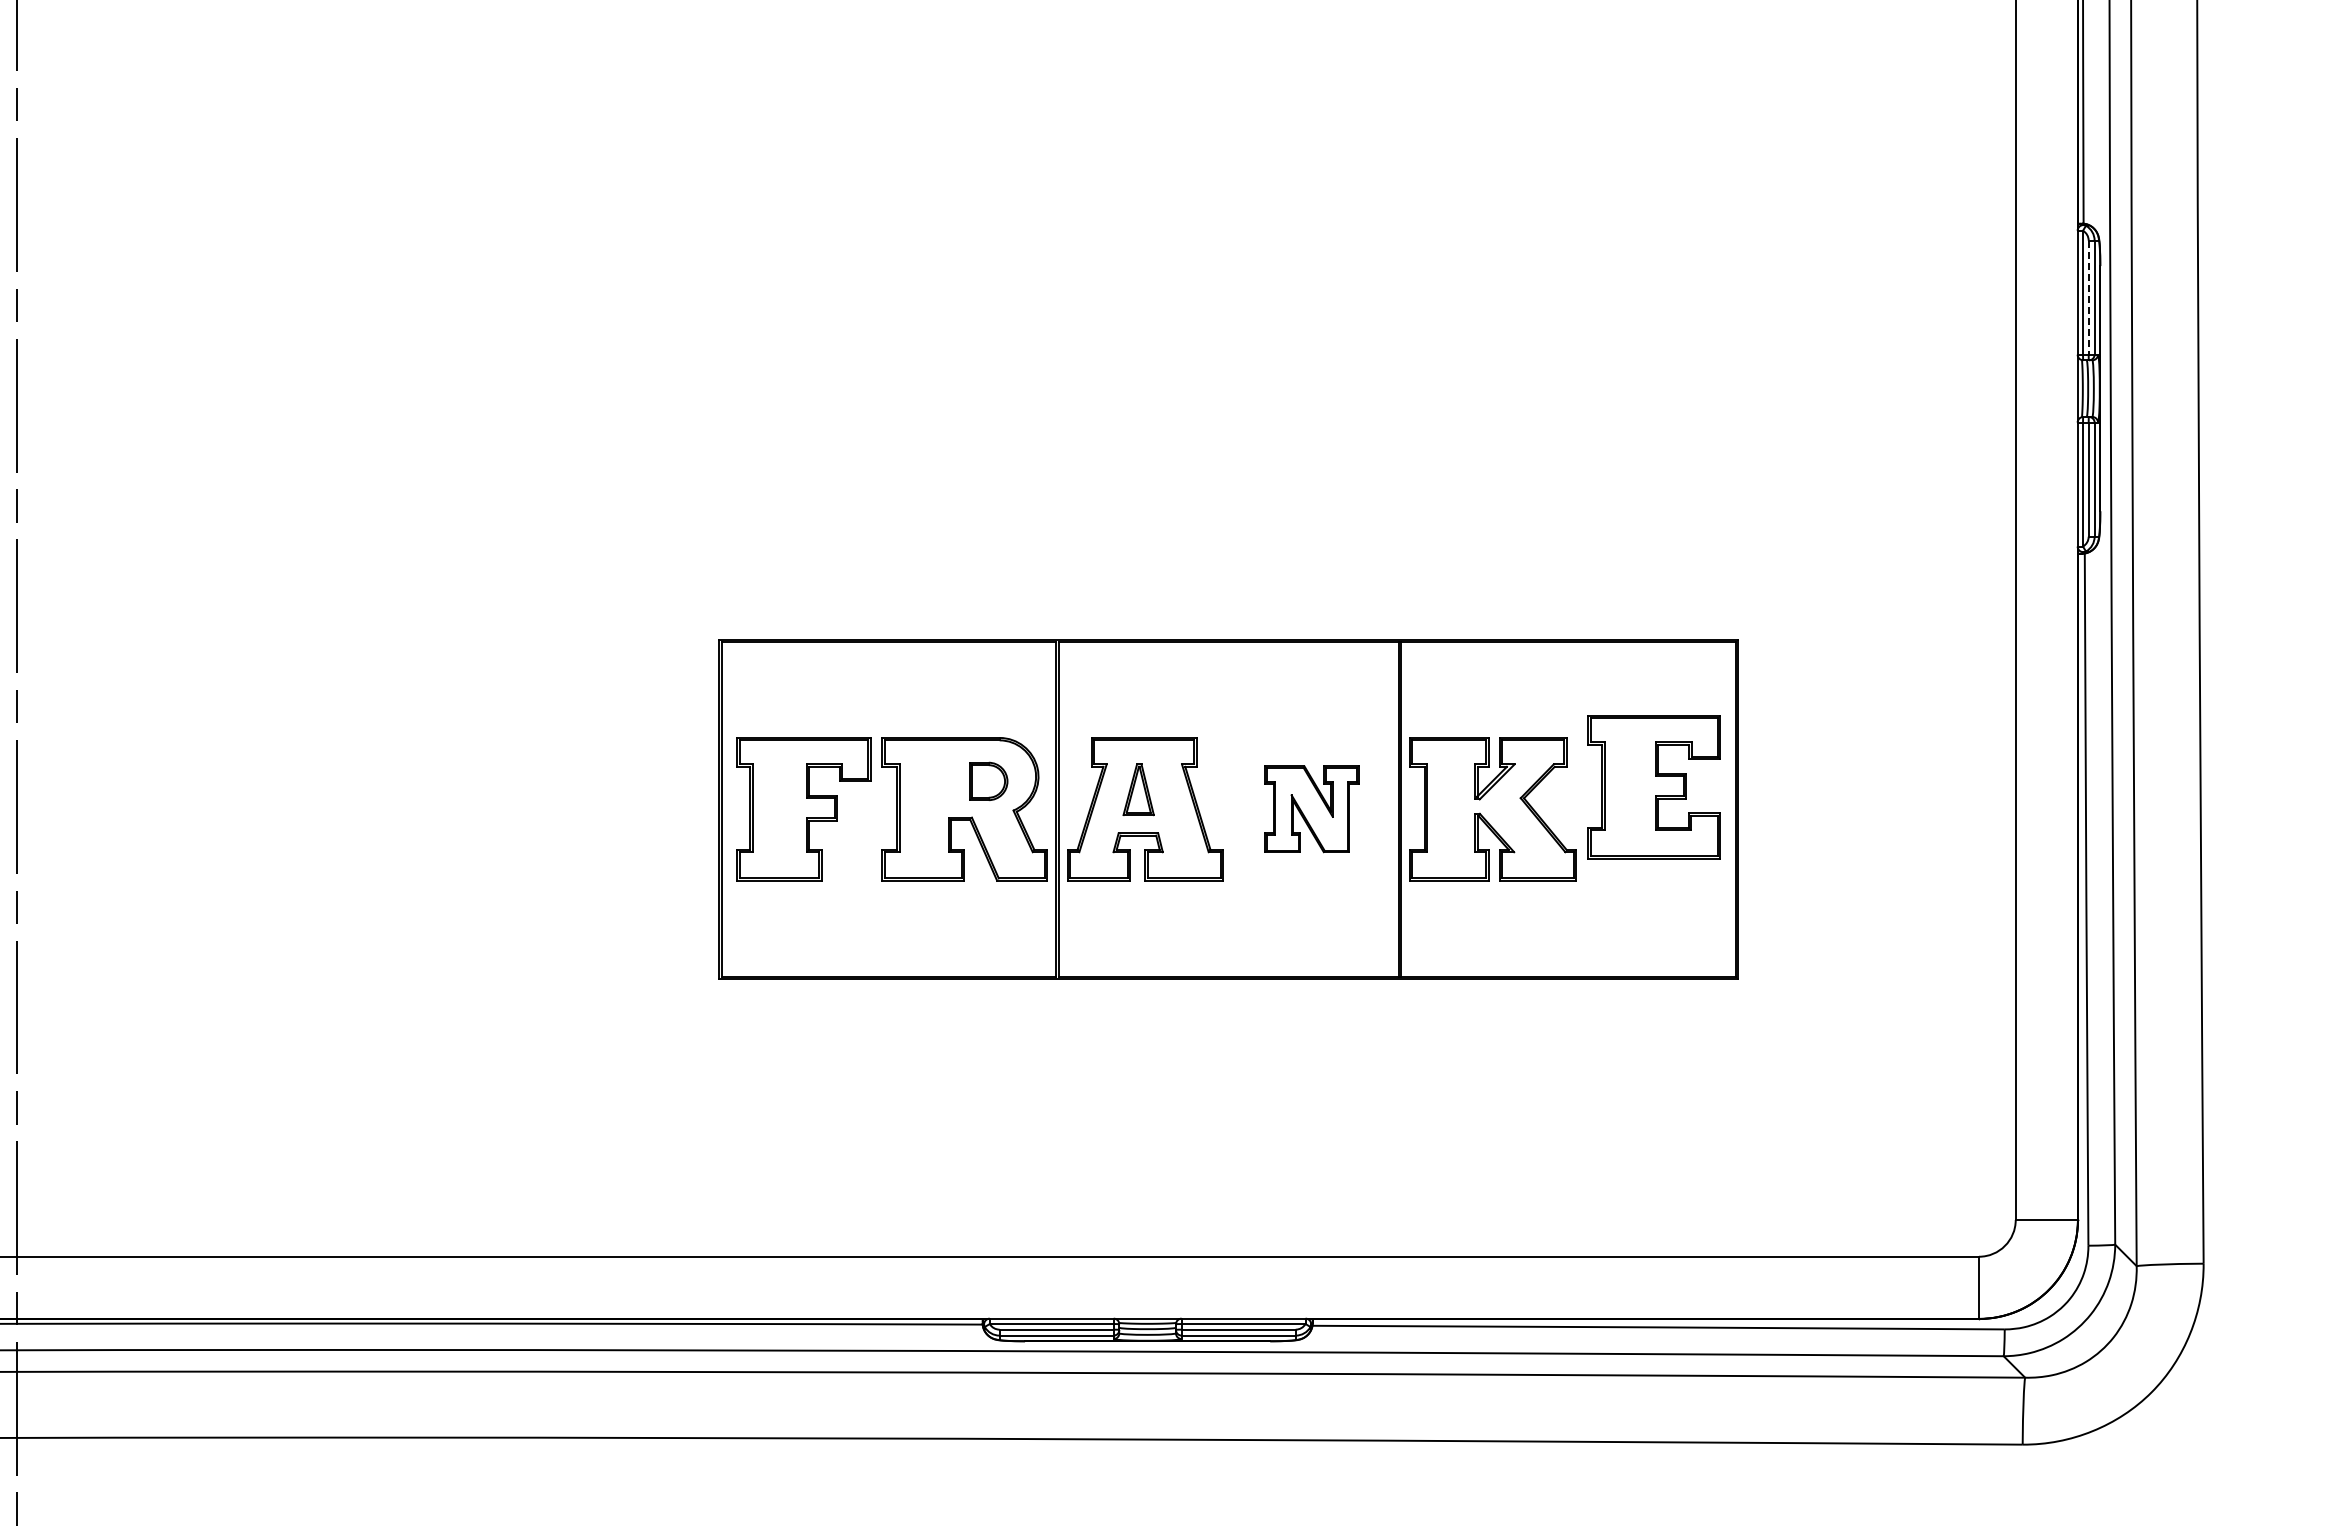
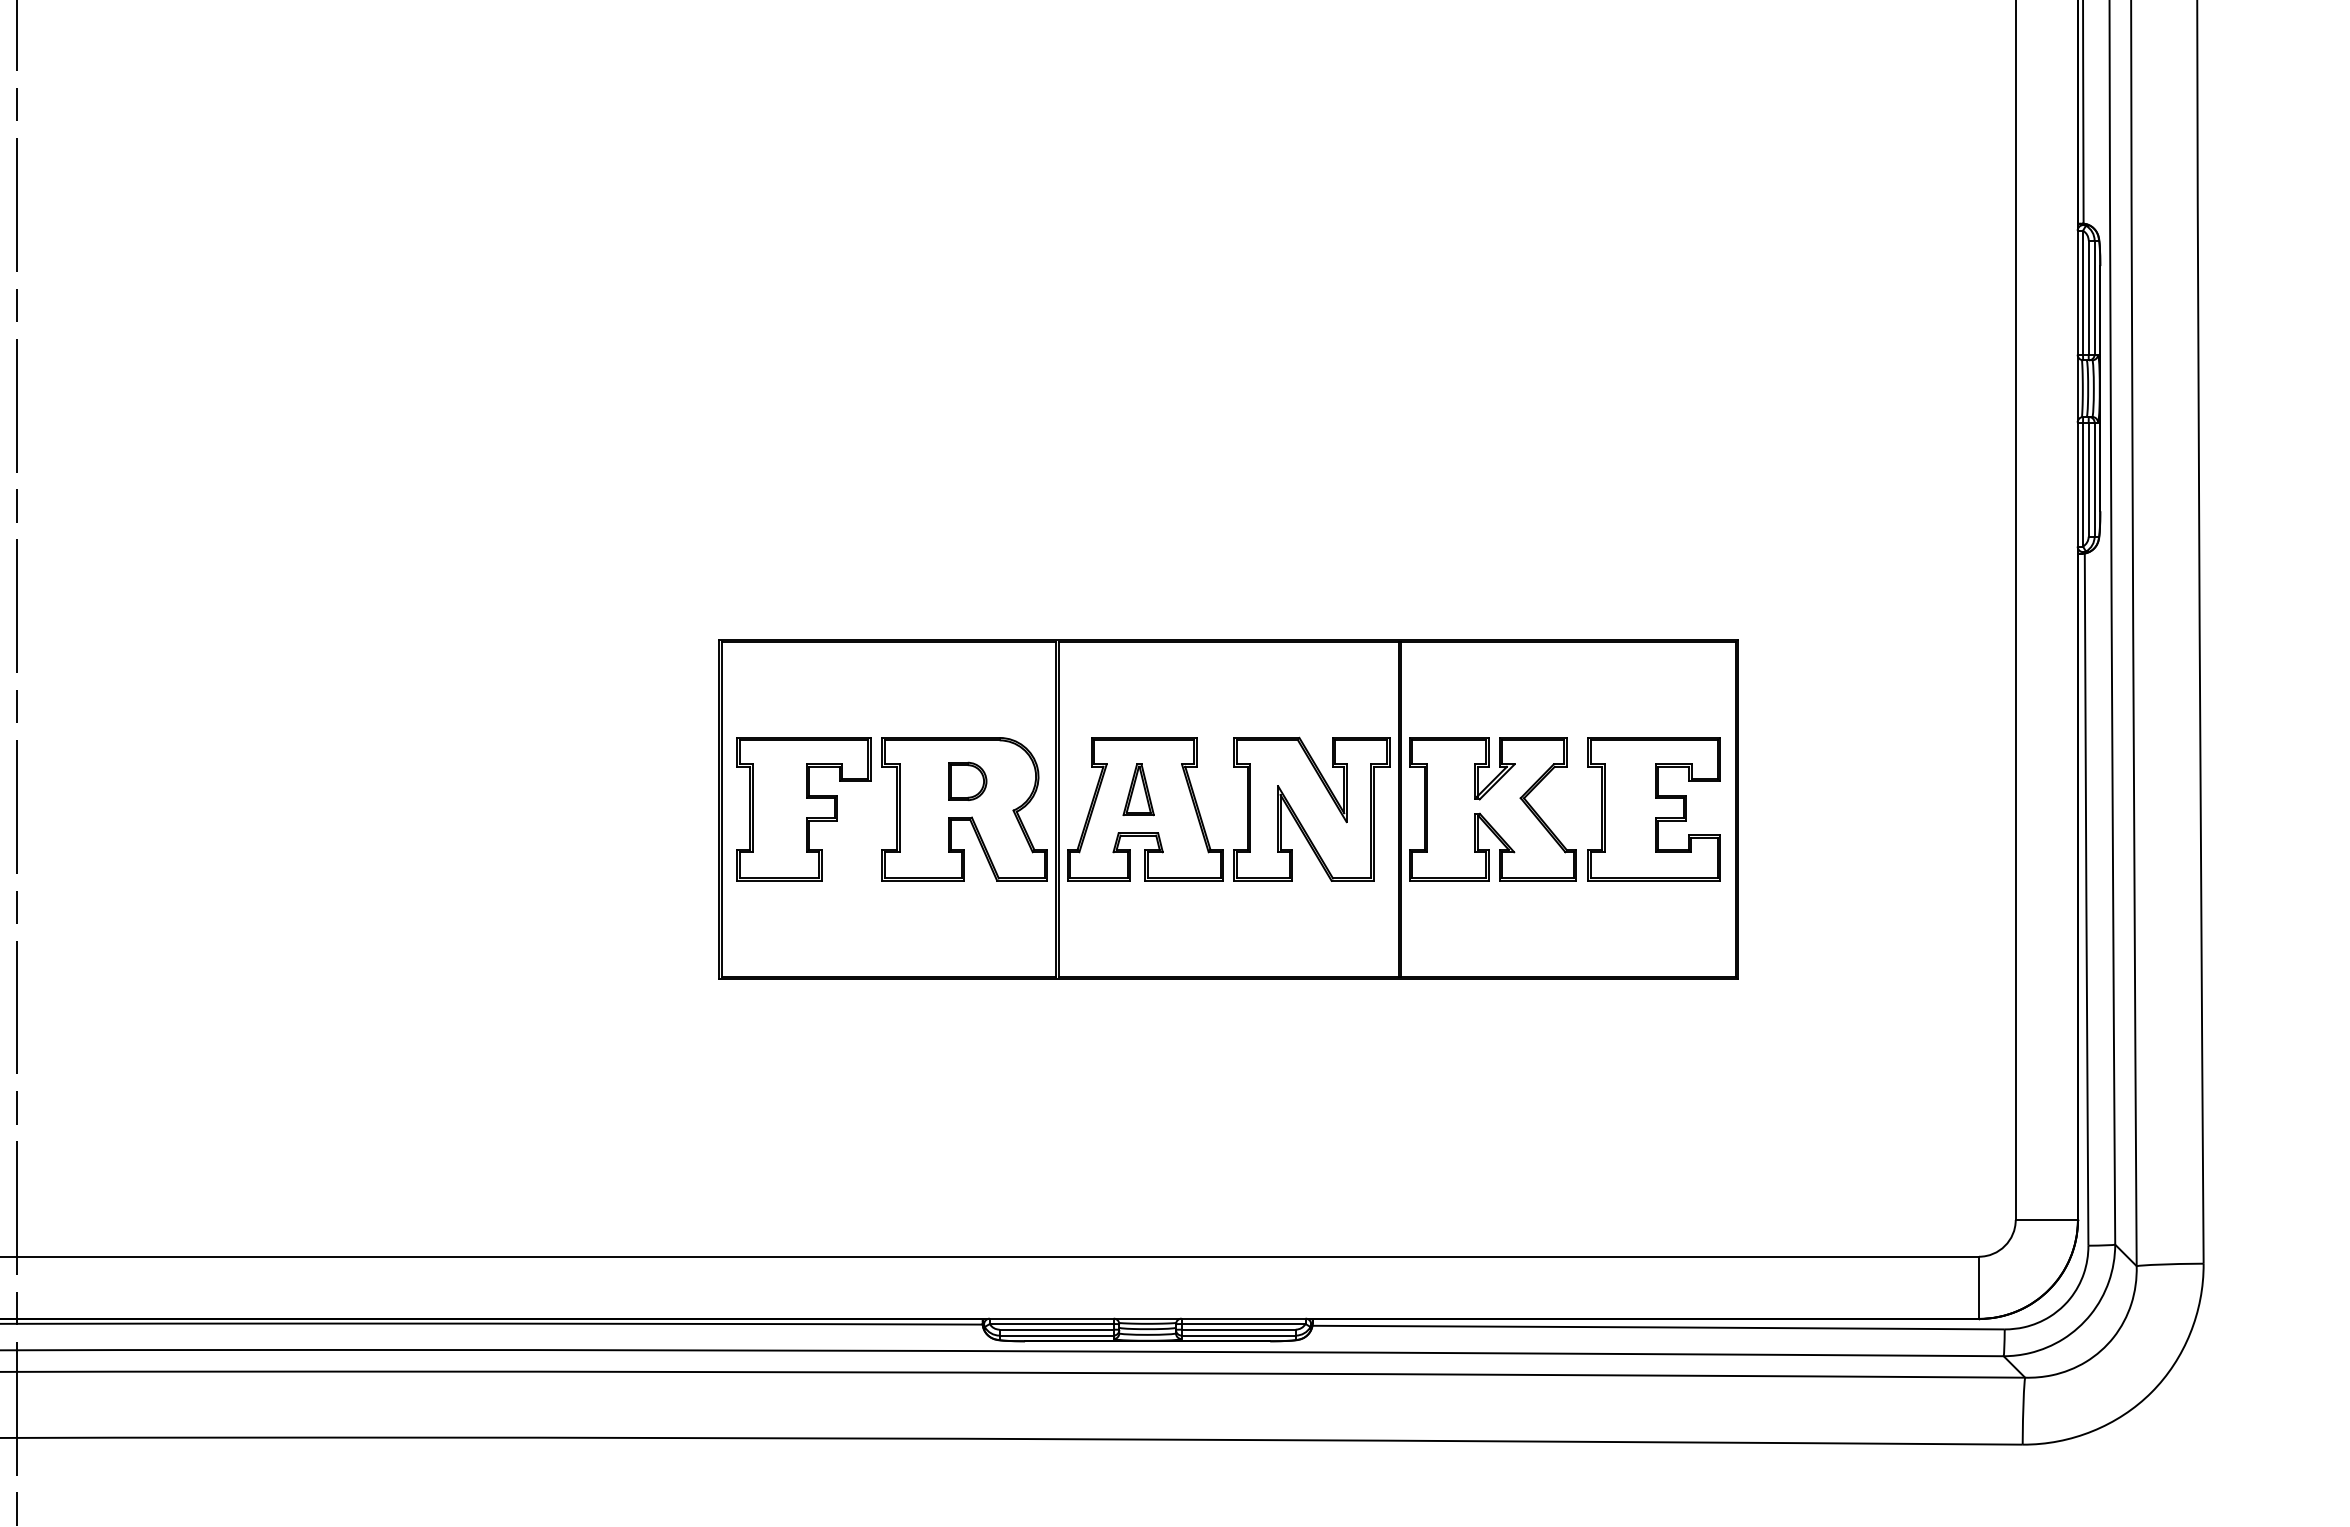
line at (2088, 298): dashed -> solid
part at (988, 780) position: (988, 780) -> (967, 780)
part at (1653, 787) position: (1653, 787) -> (1653, 809)
part at (1311, 809) size: 96x89 px -> 158x146 px
